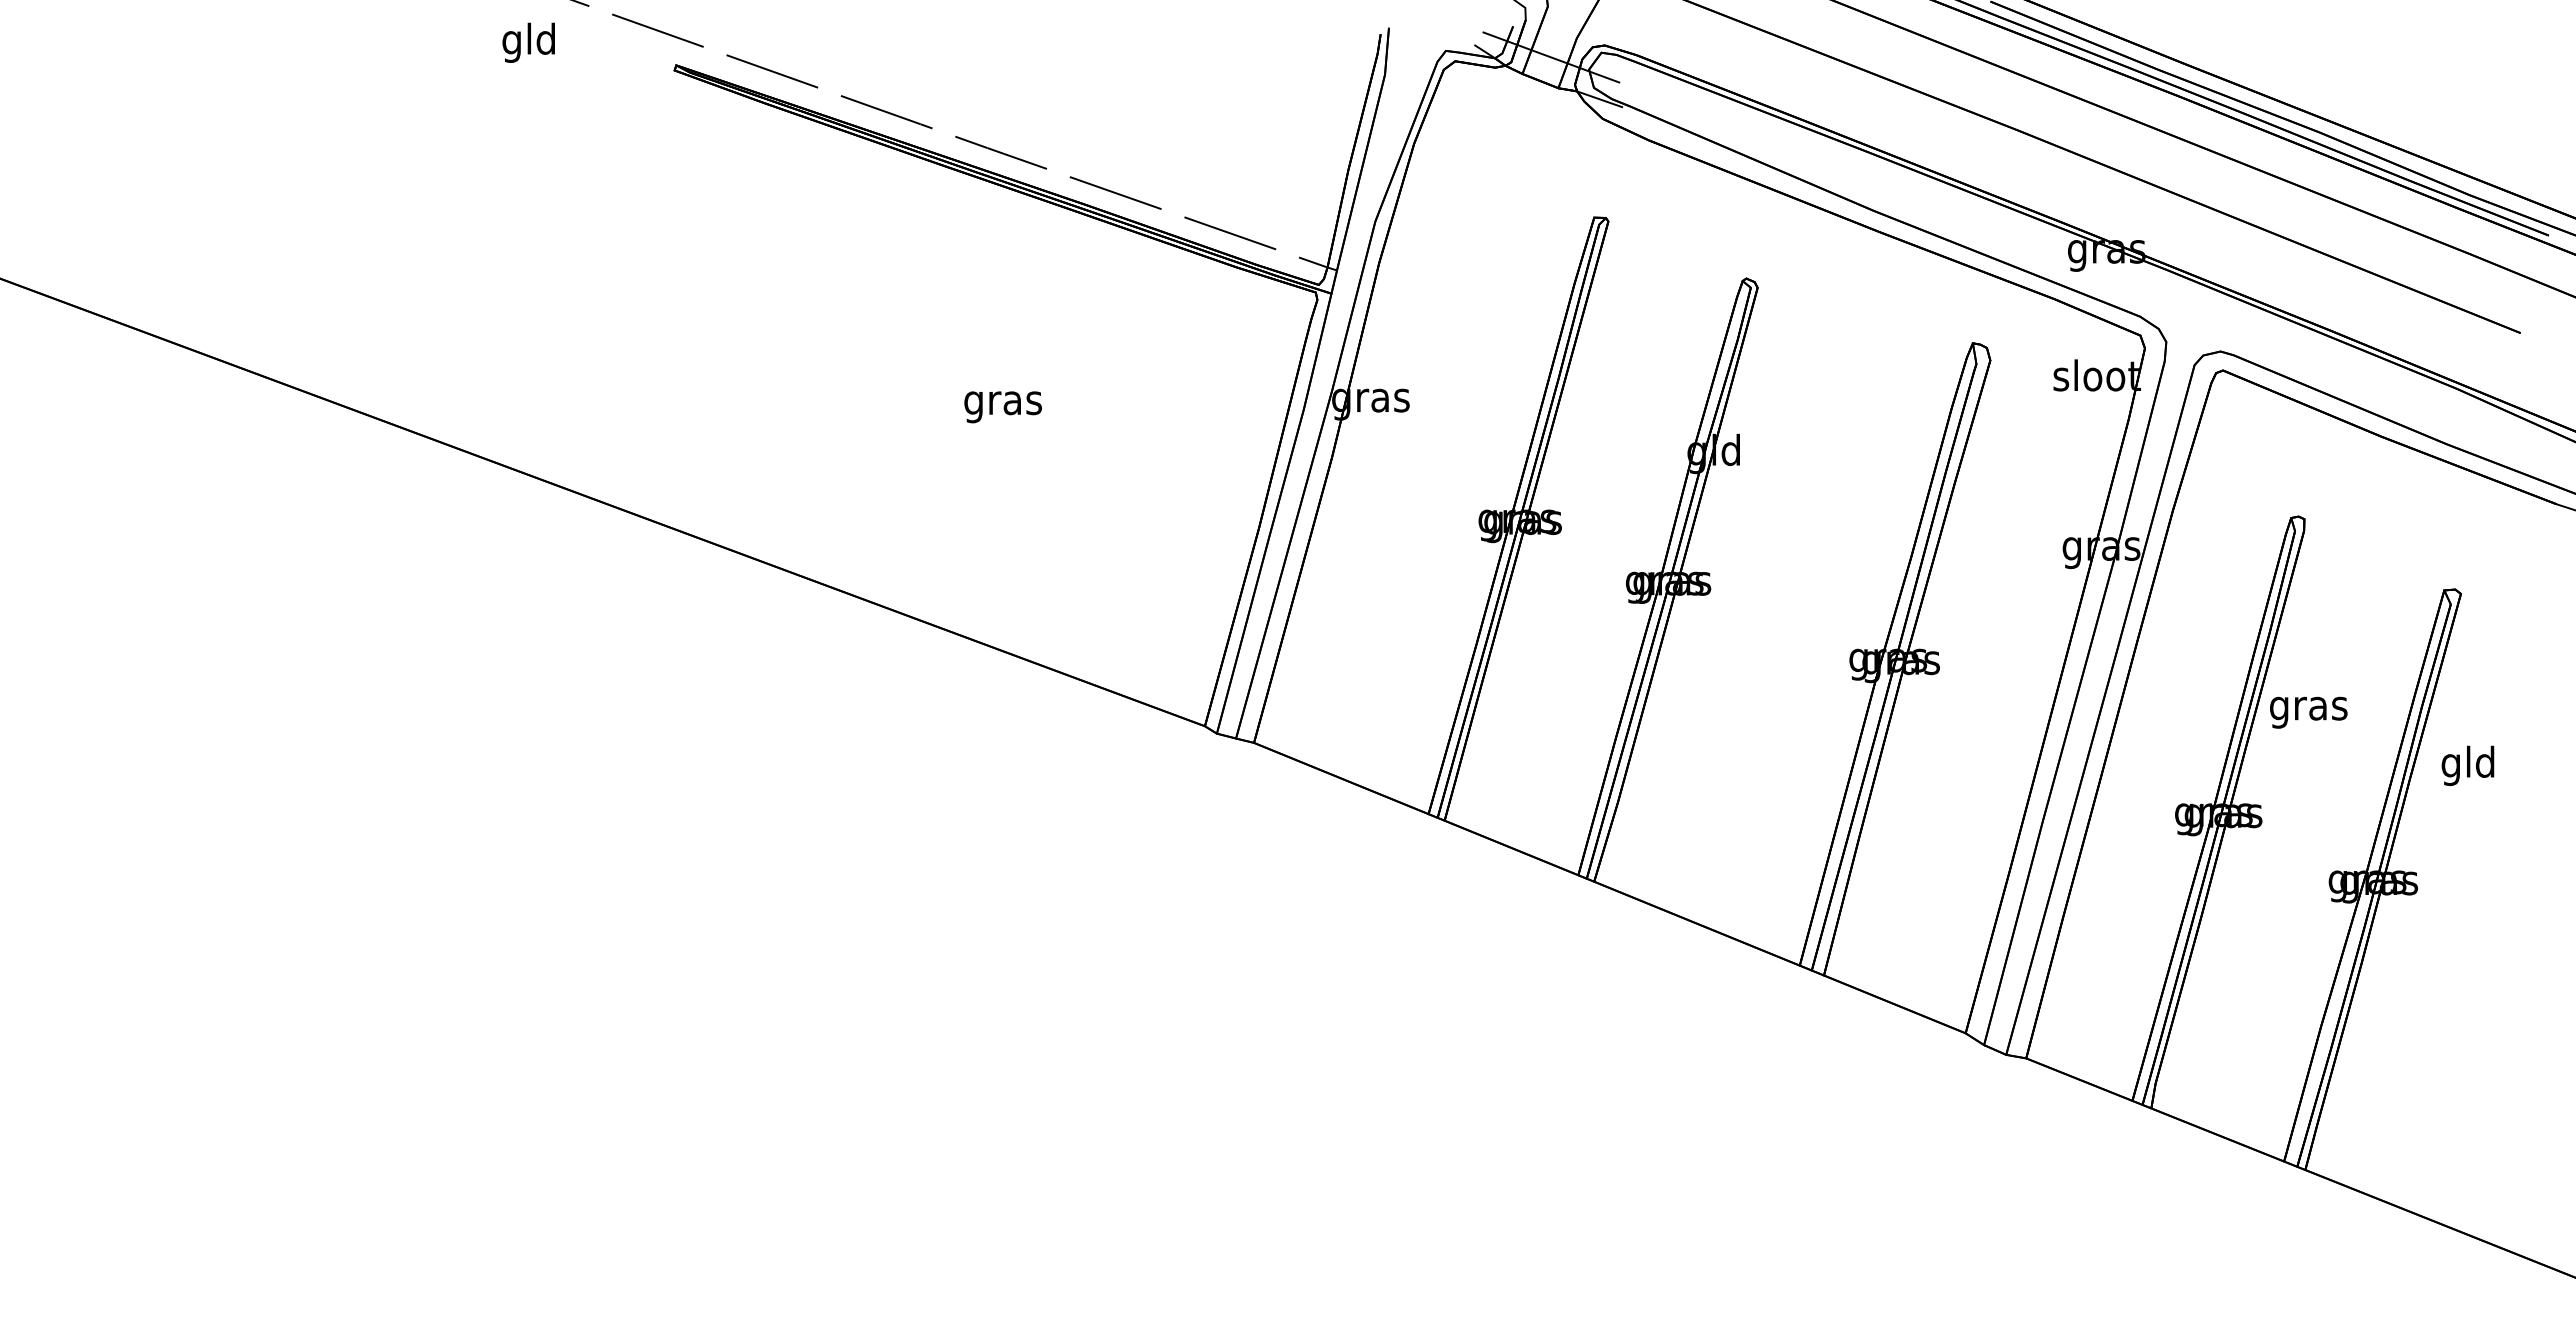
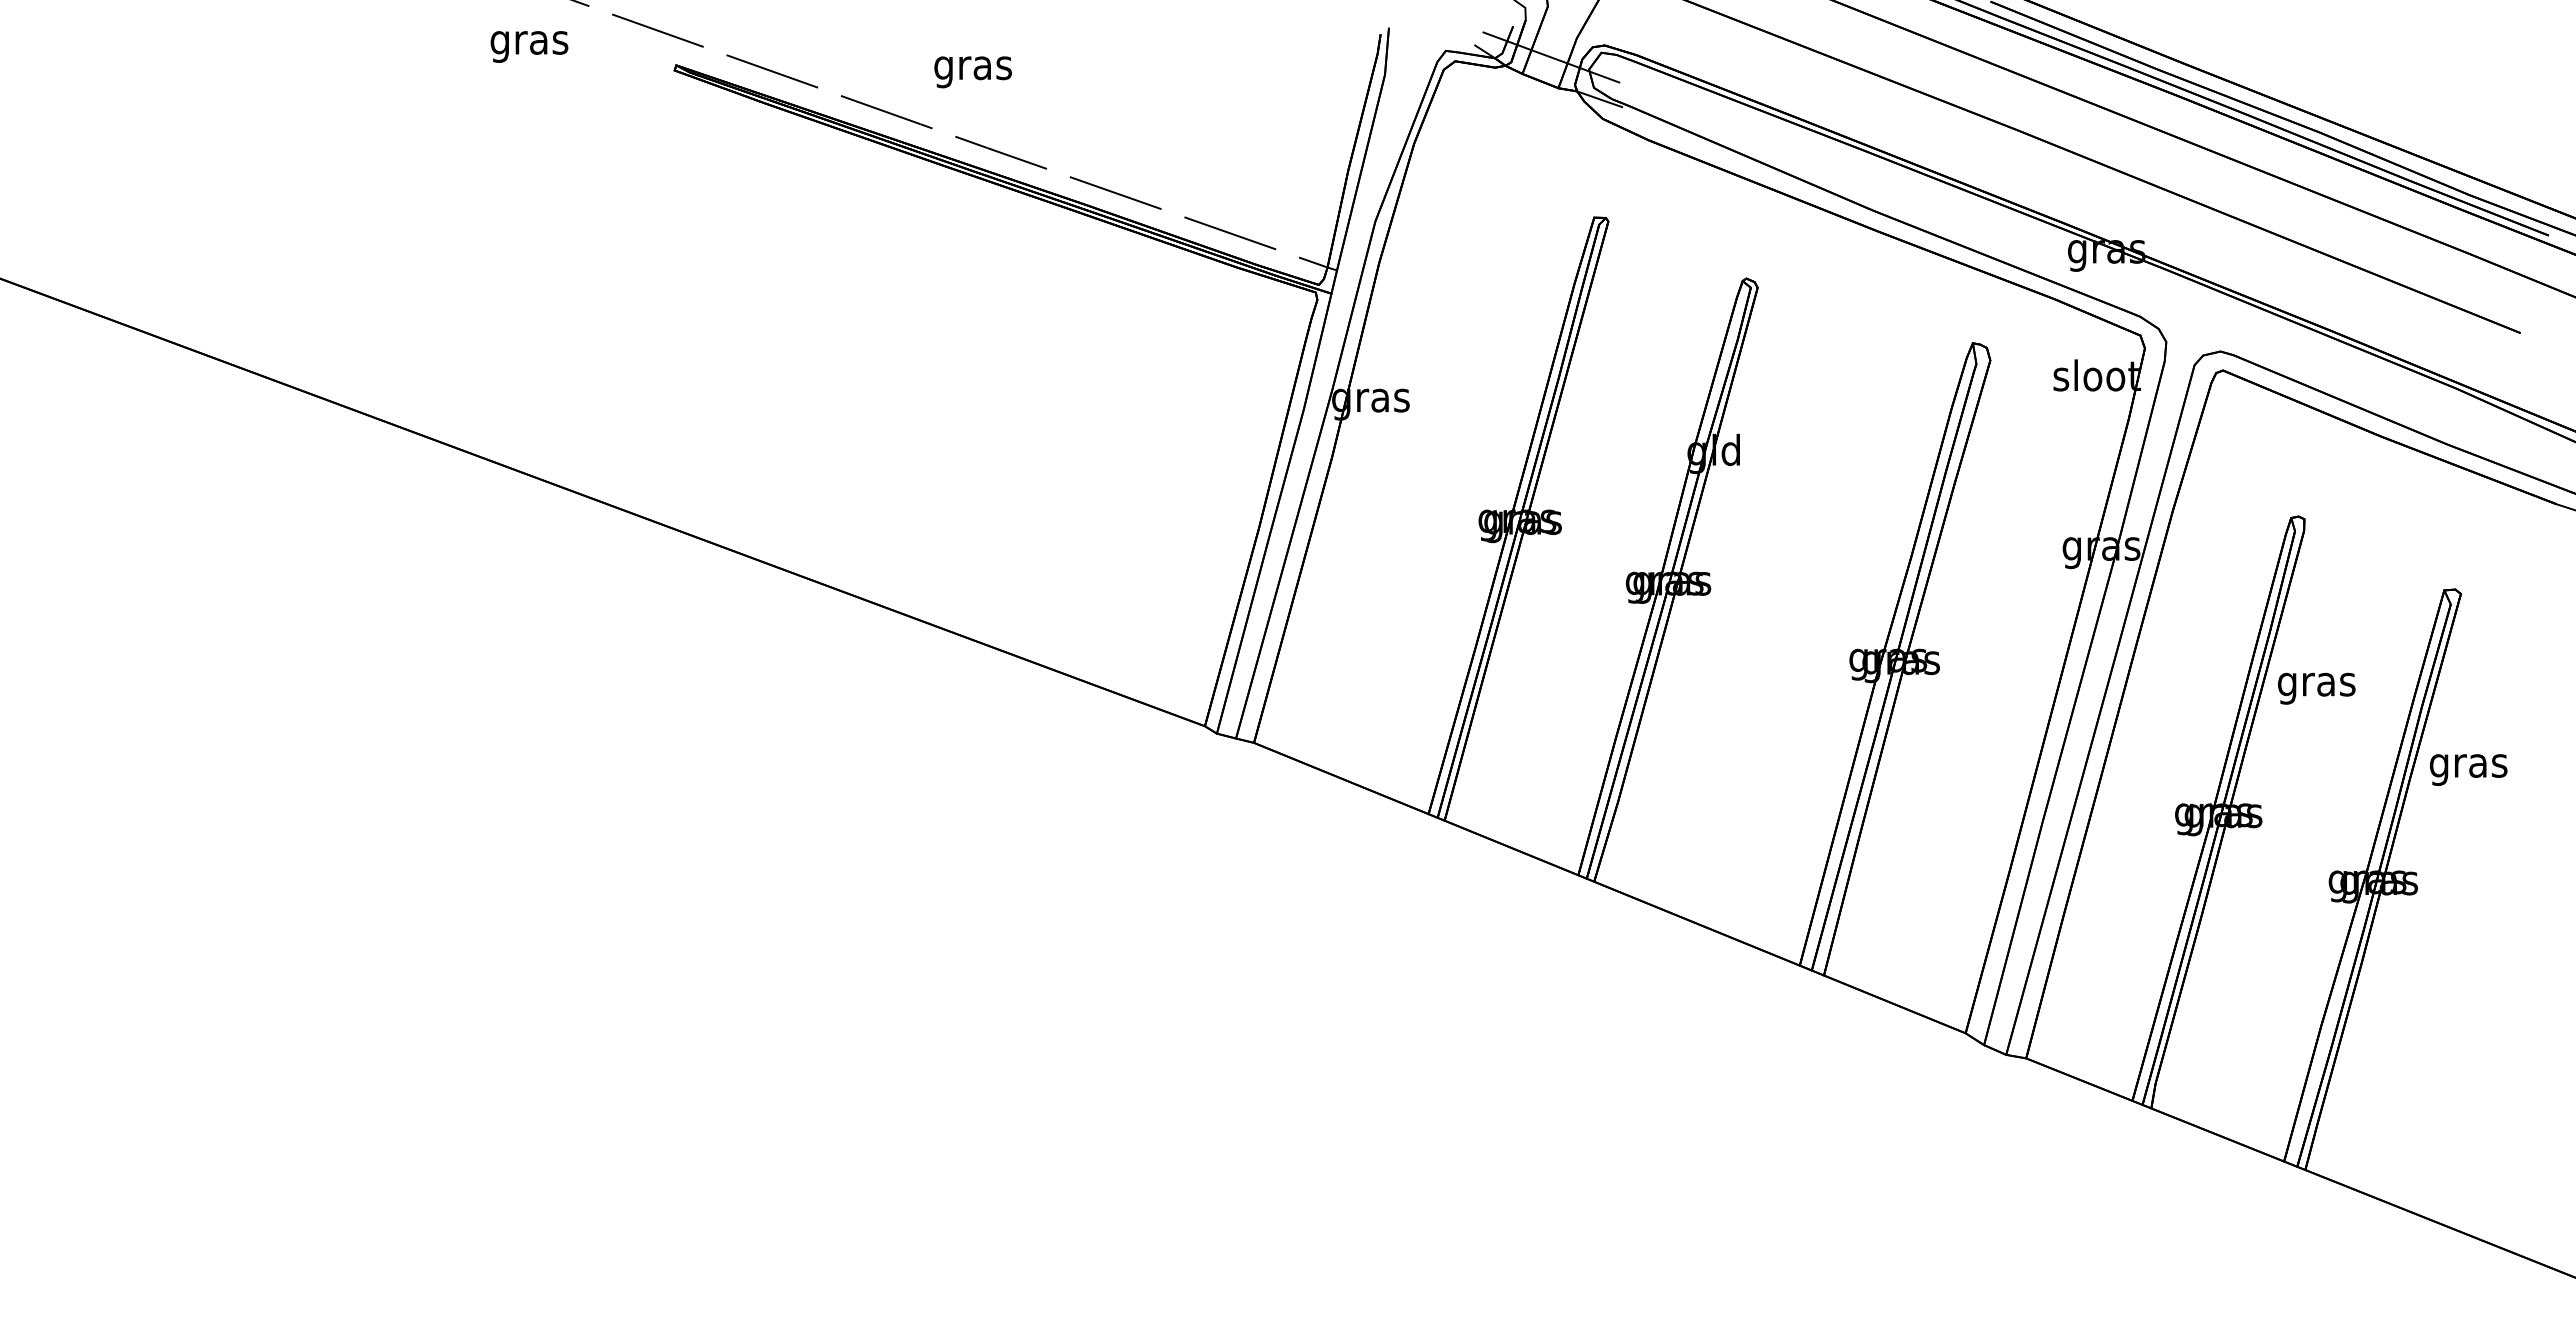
text at (529, 42): gld -> gras
text at (1002, 407) position: (1002, 407) -> (972, 72)
text at (2308, 712) position: (2308, 712) -> (2316, 688)
text at (2468, 765): gld -> gras
